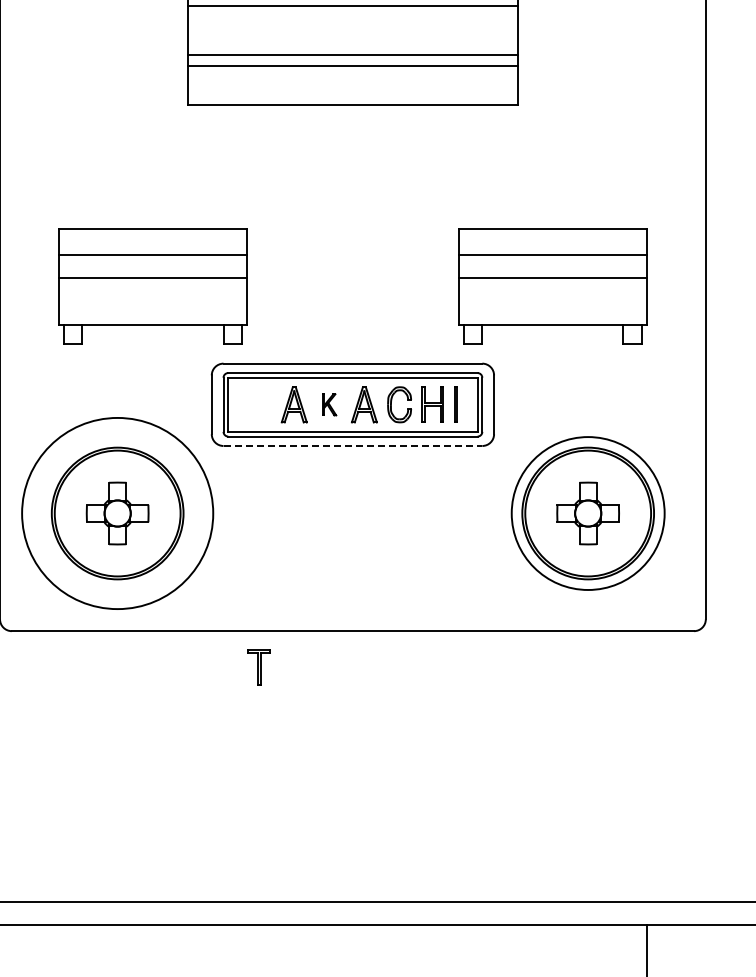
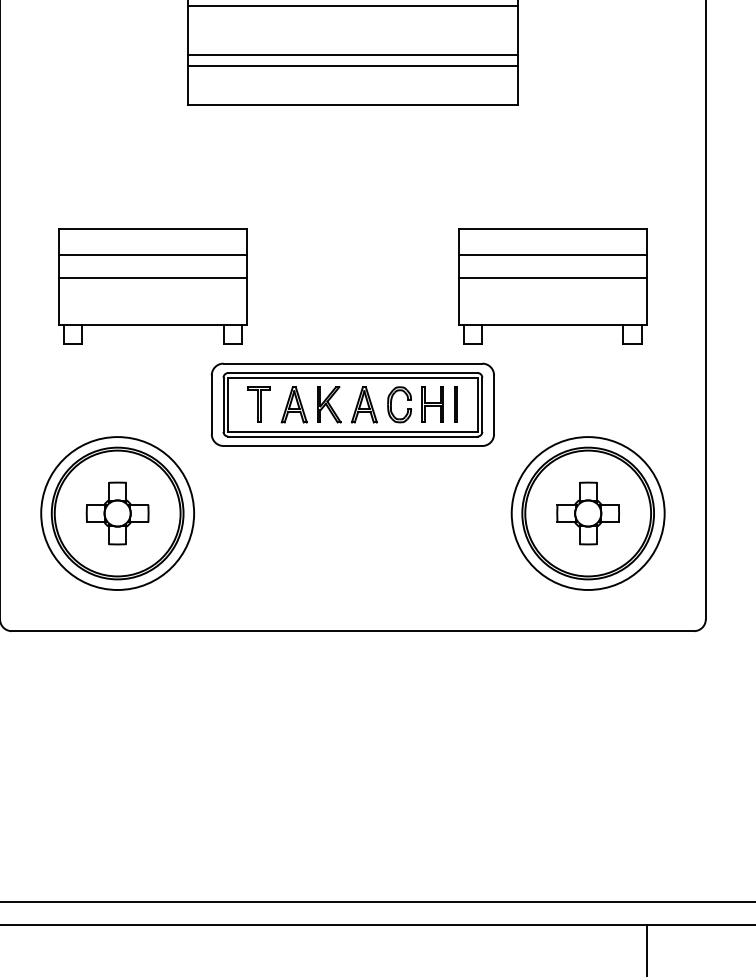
part at (329, 404) size: 16x24 px -> 25x38 px
line at (353, 445): dashed -> solid
circle at (117, 513) diameter: 191 px -> 153 px
part at (258, 667) position: (258, 667) -> (258, 404)
